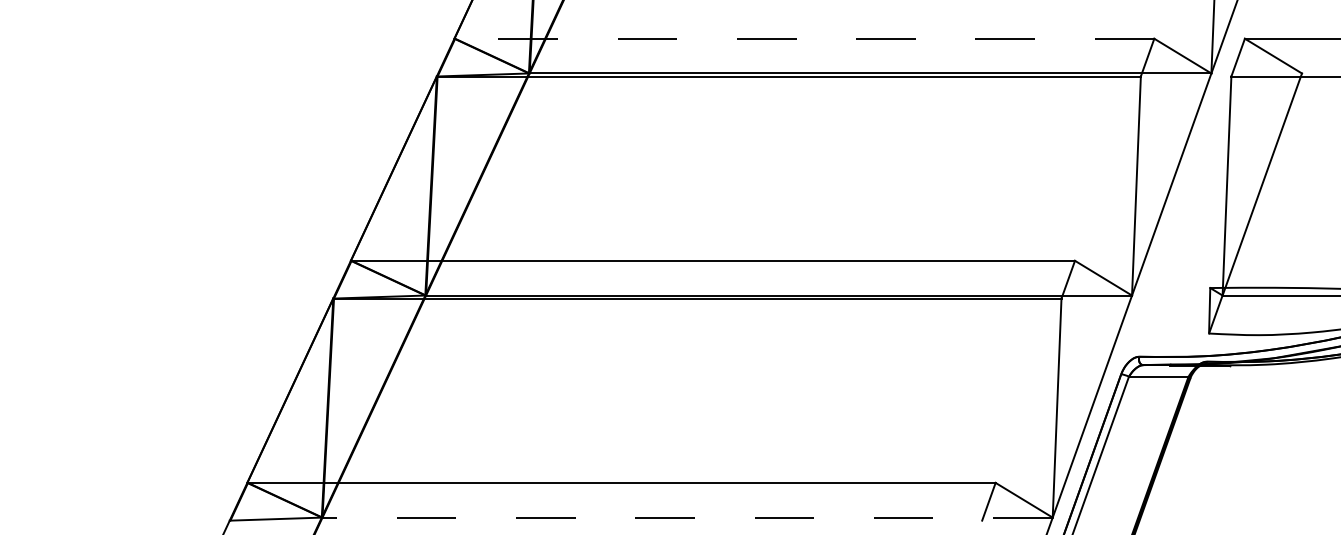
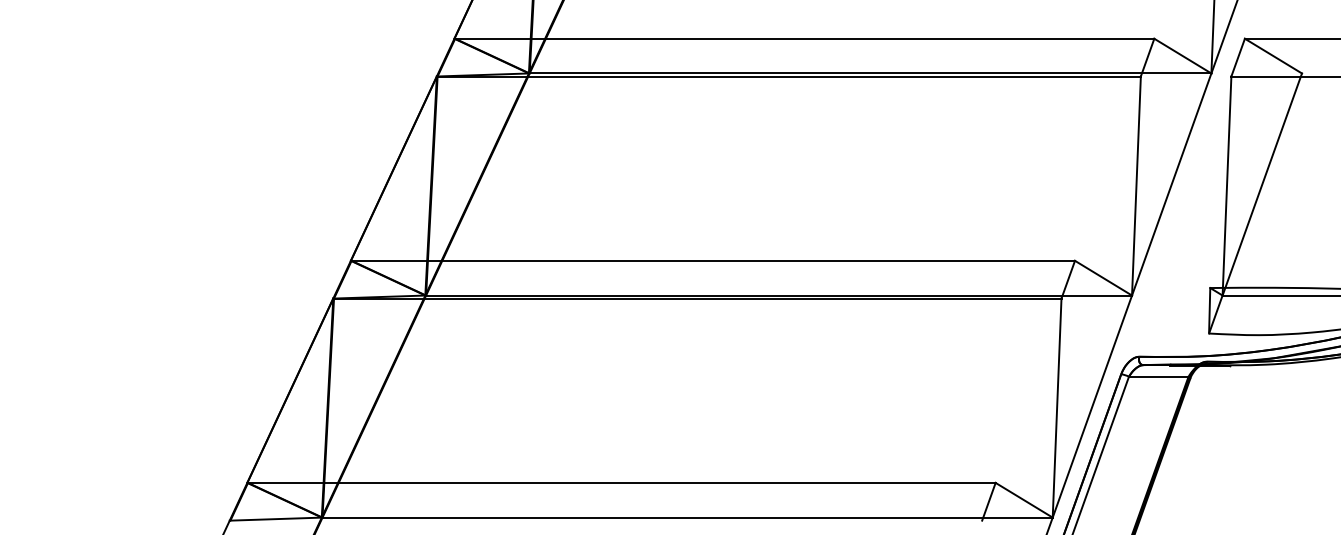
line at (804, 38): dashed -> solid
line at (687, 517): dashed -> solid
